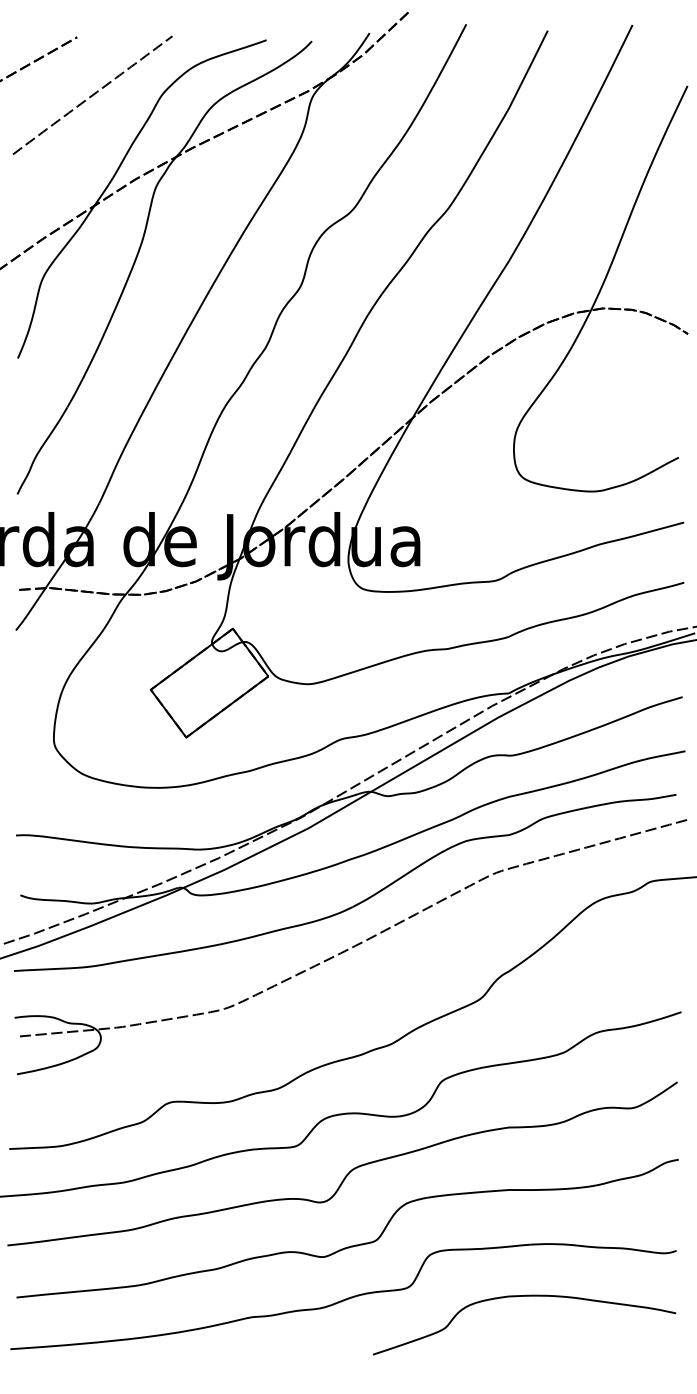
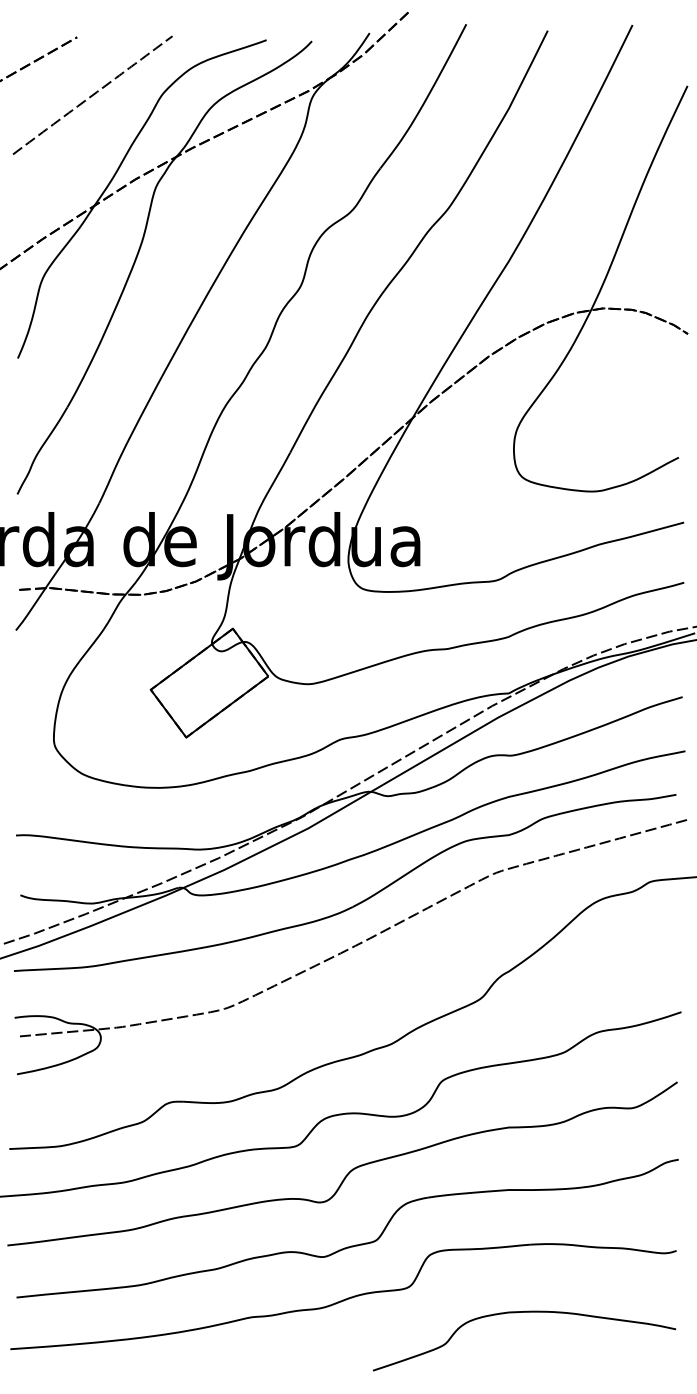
part at (524, 1296) position: (524, 1296) -> (524, 1312)
